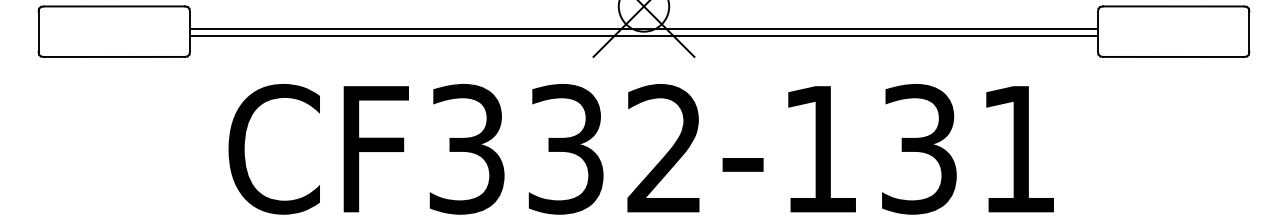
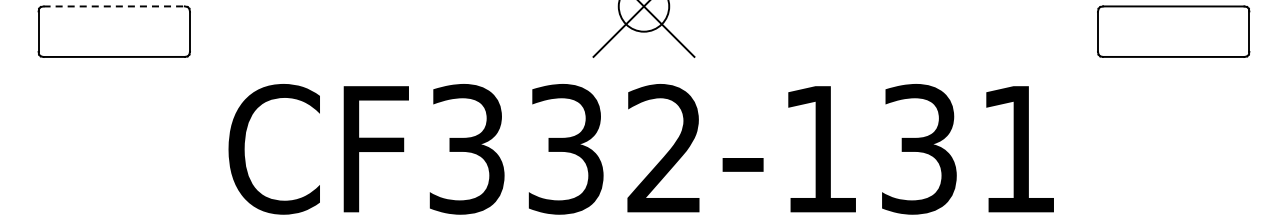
line at (114, 6): solid -> dashed
line at (643, 29): present -> none
line at (643, 35): present -> none
